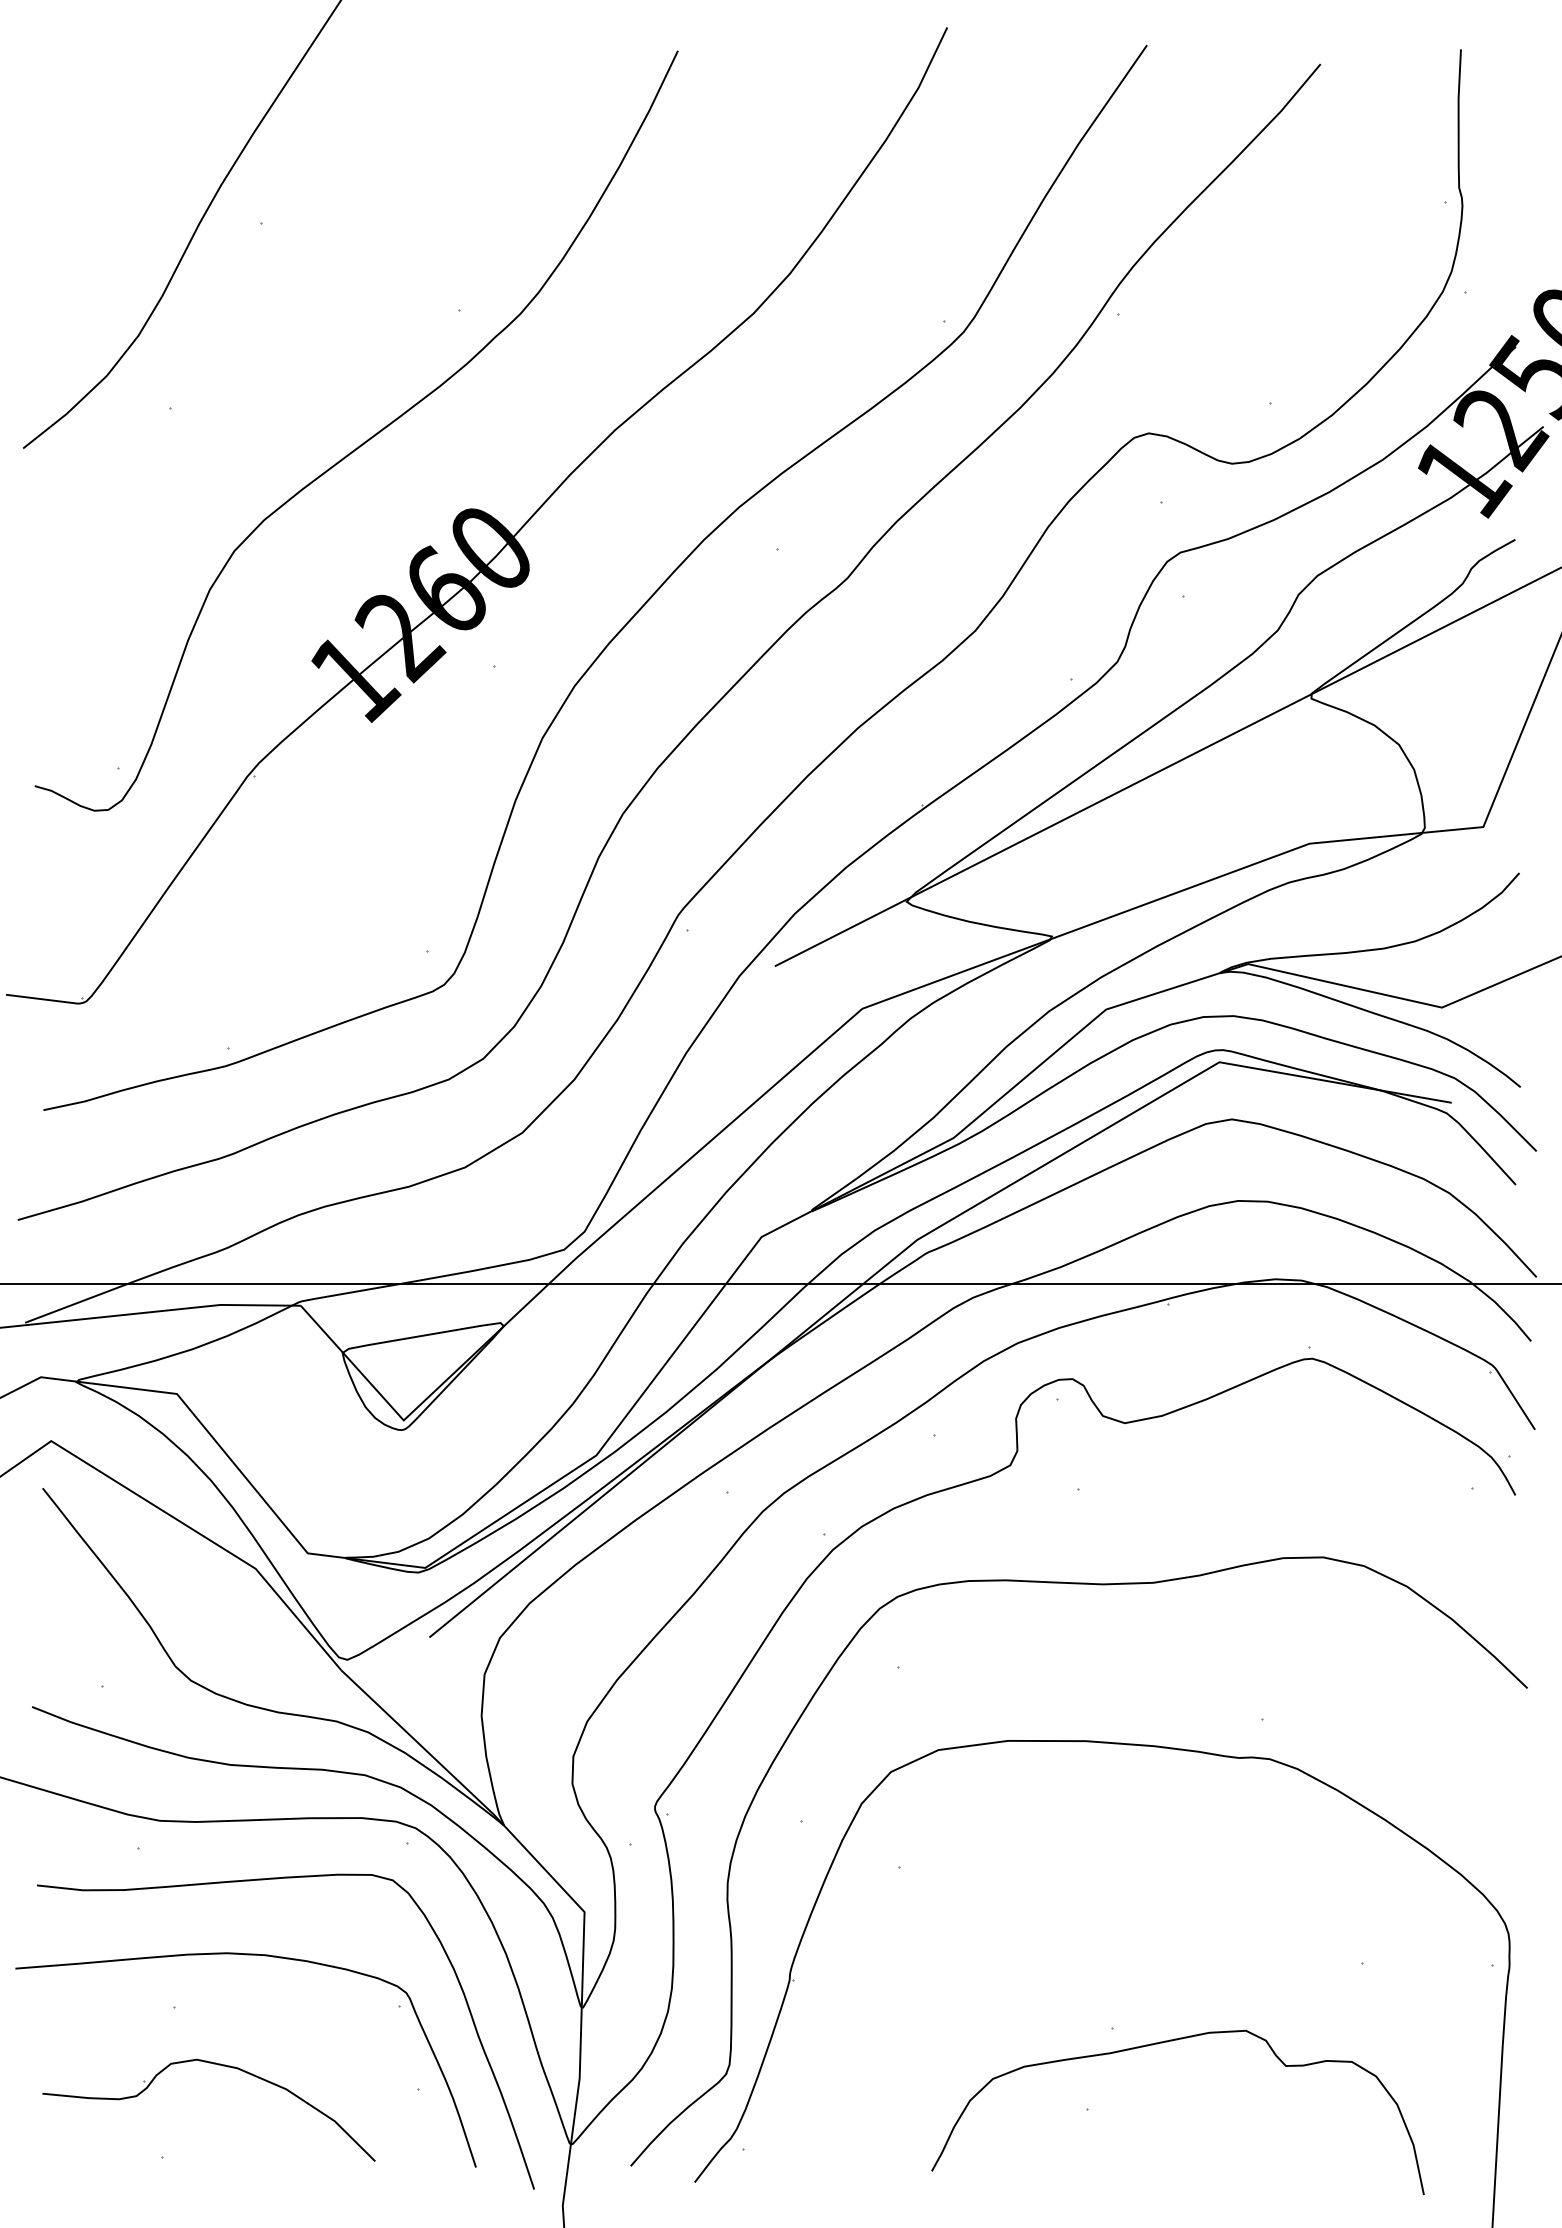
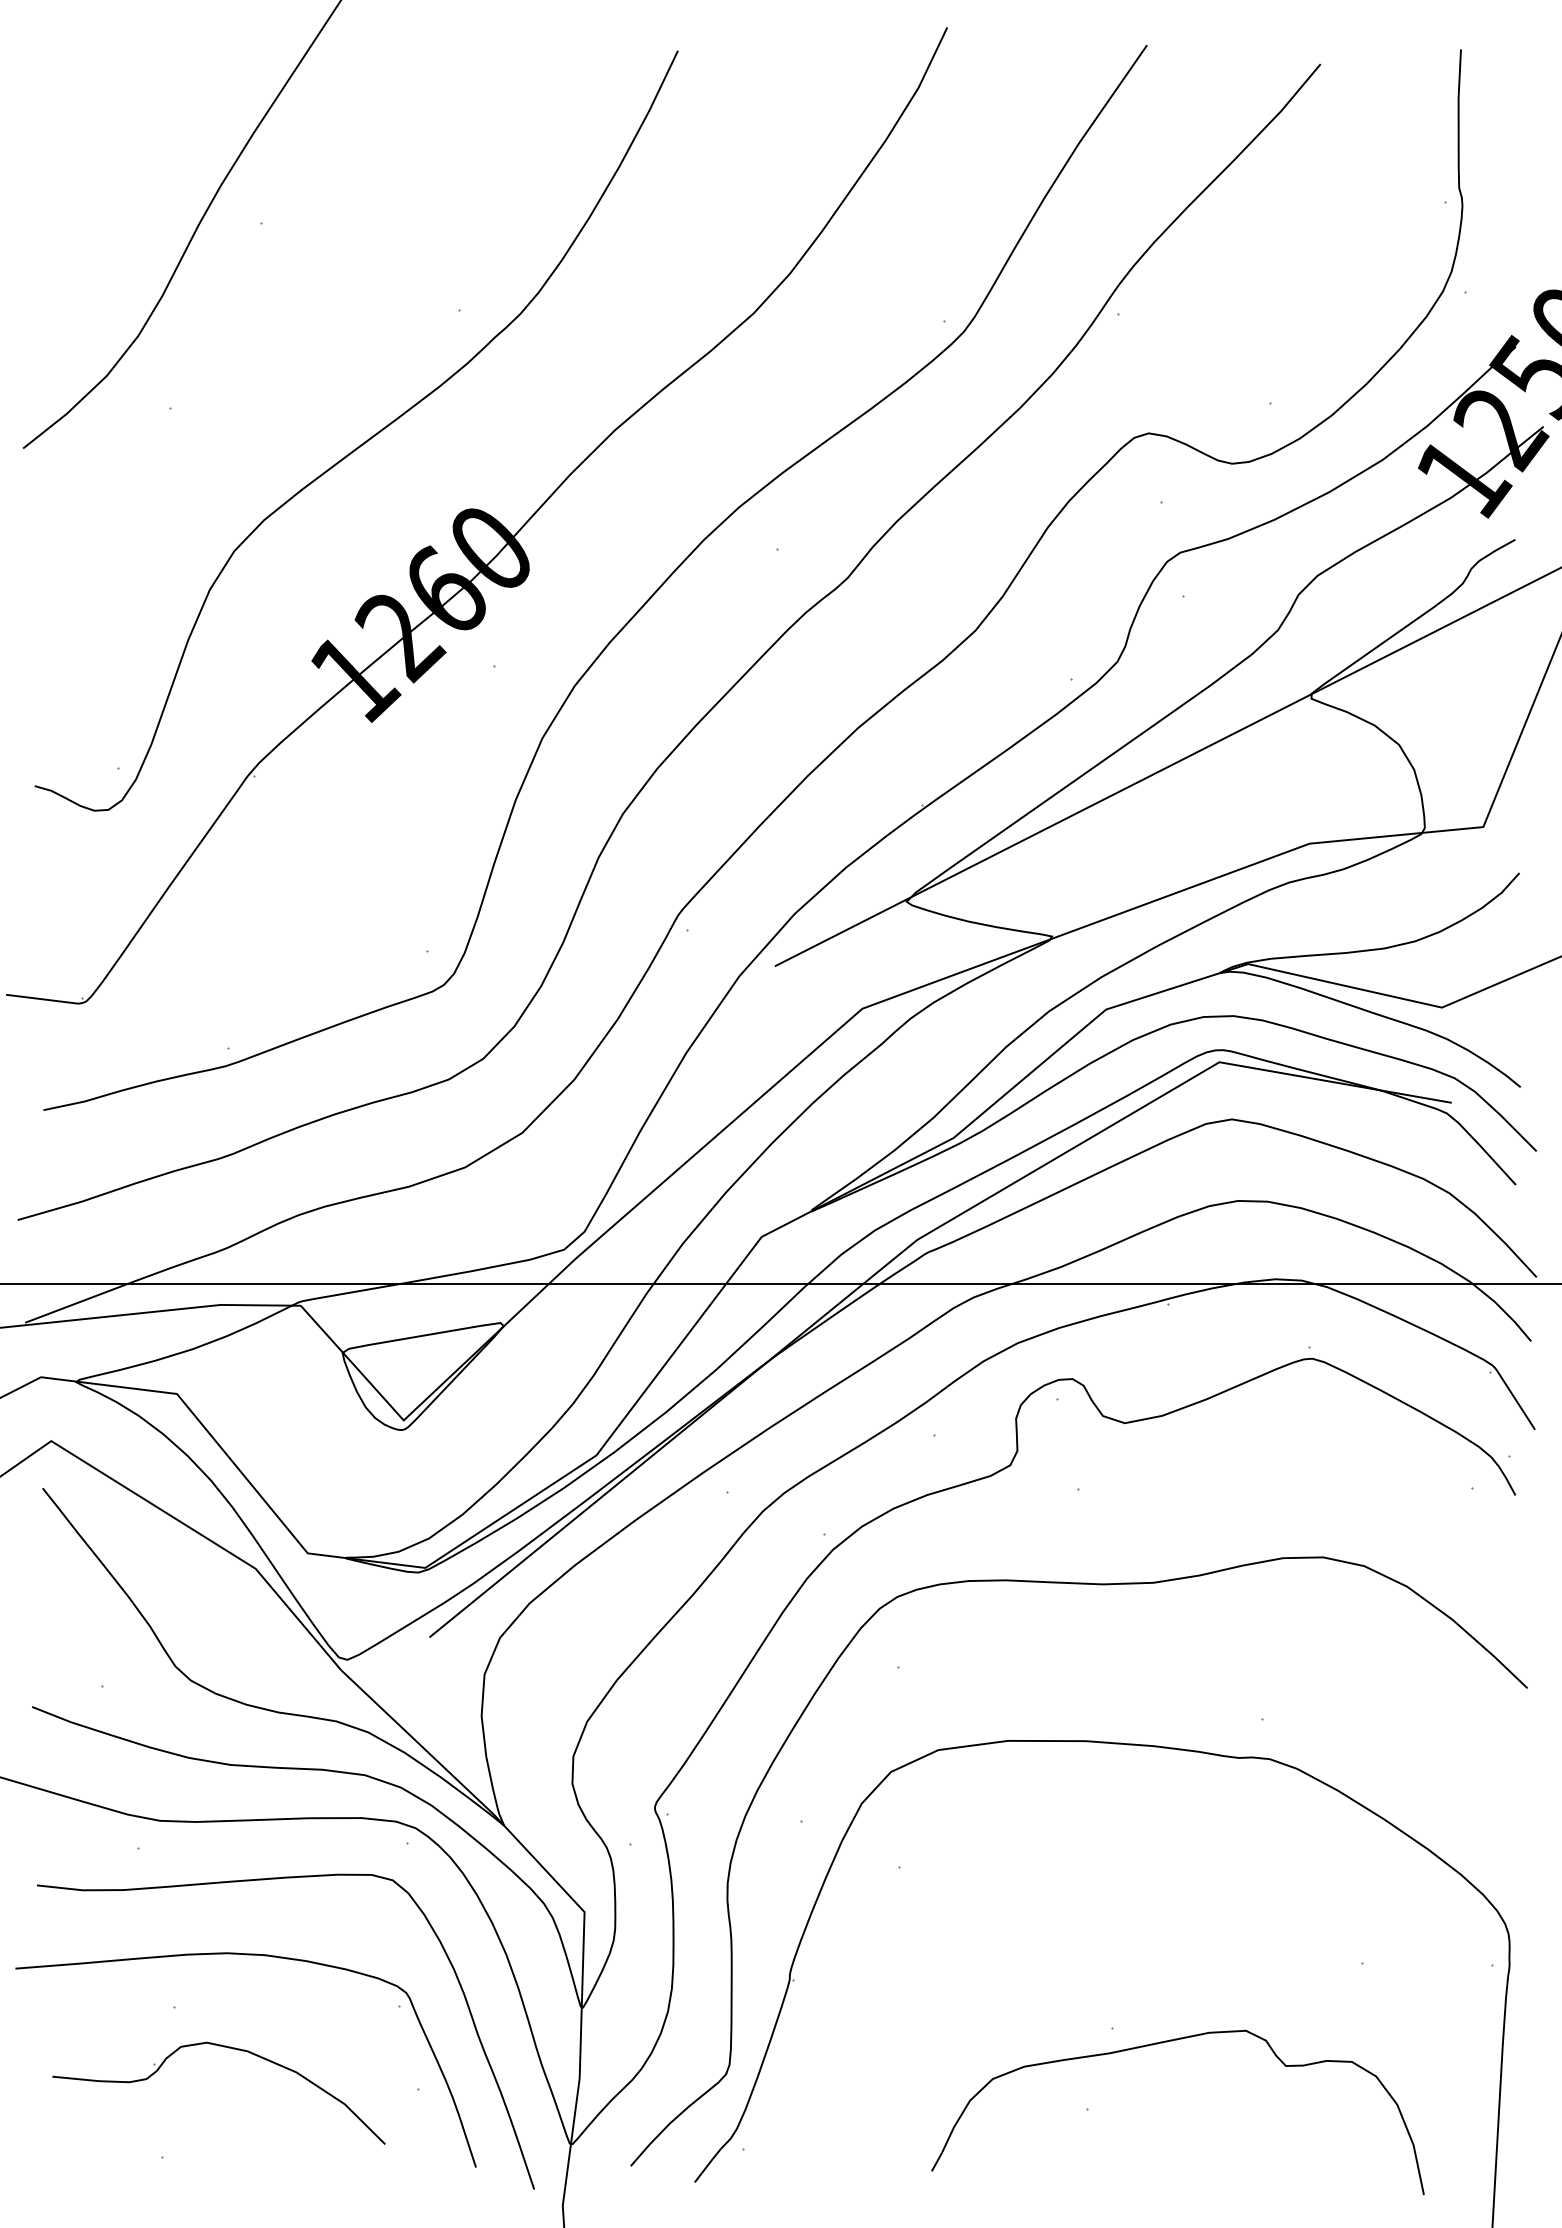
part at (218, 2065) position: (218, 2065) -> (228, 2048)
